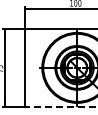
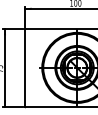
line at (60, 107): dashed -> solid
